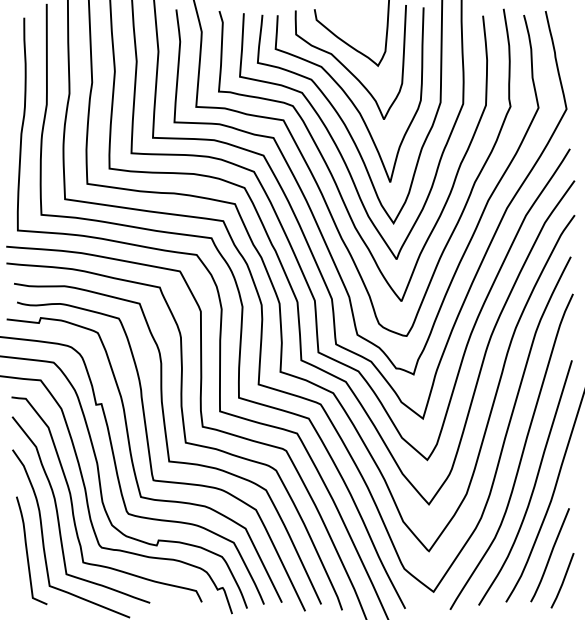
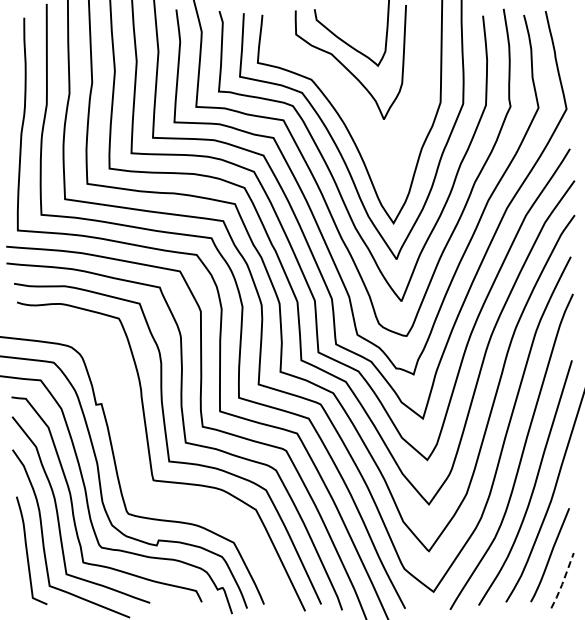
curve at (348, 95): present -> none
curve at (133, 461): present -> none
line at (563, 581): solid -> dashed
